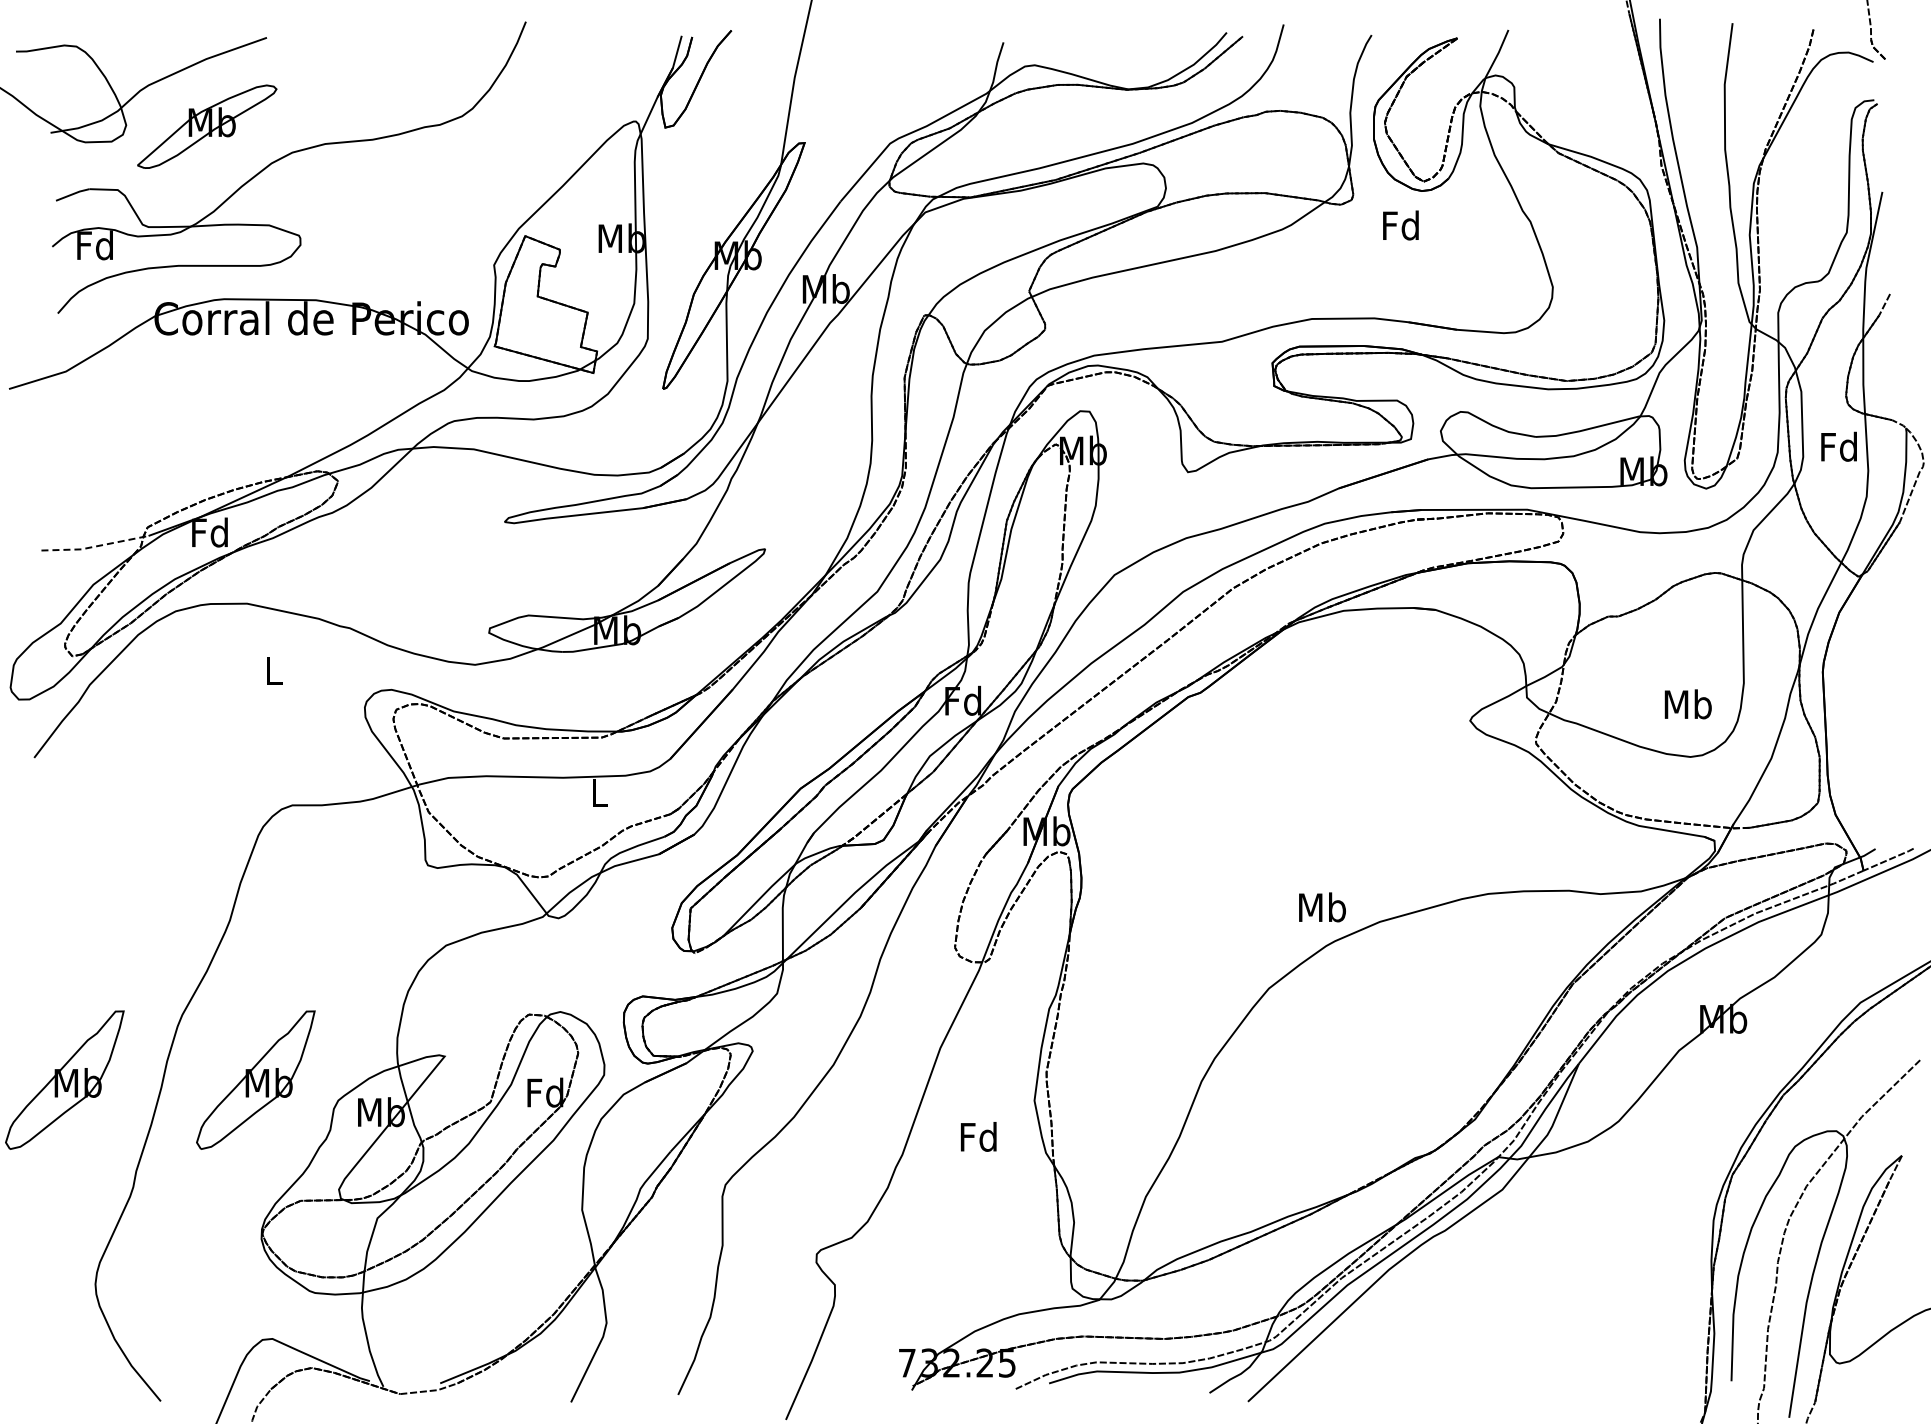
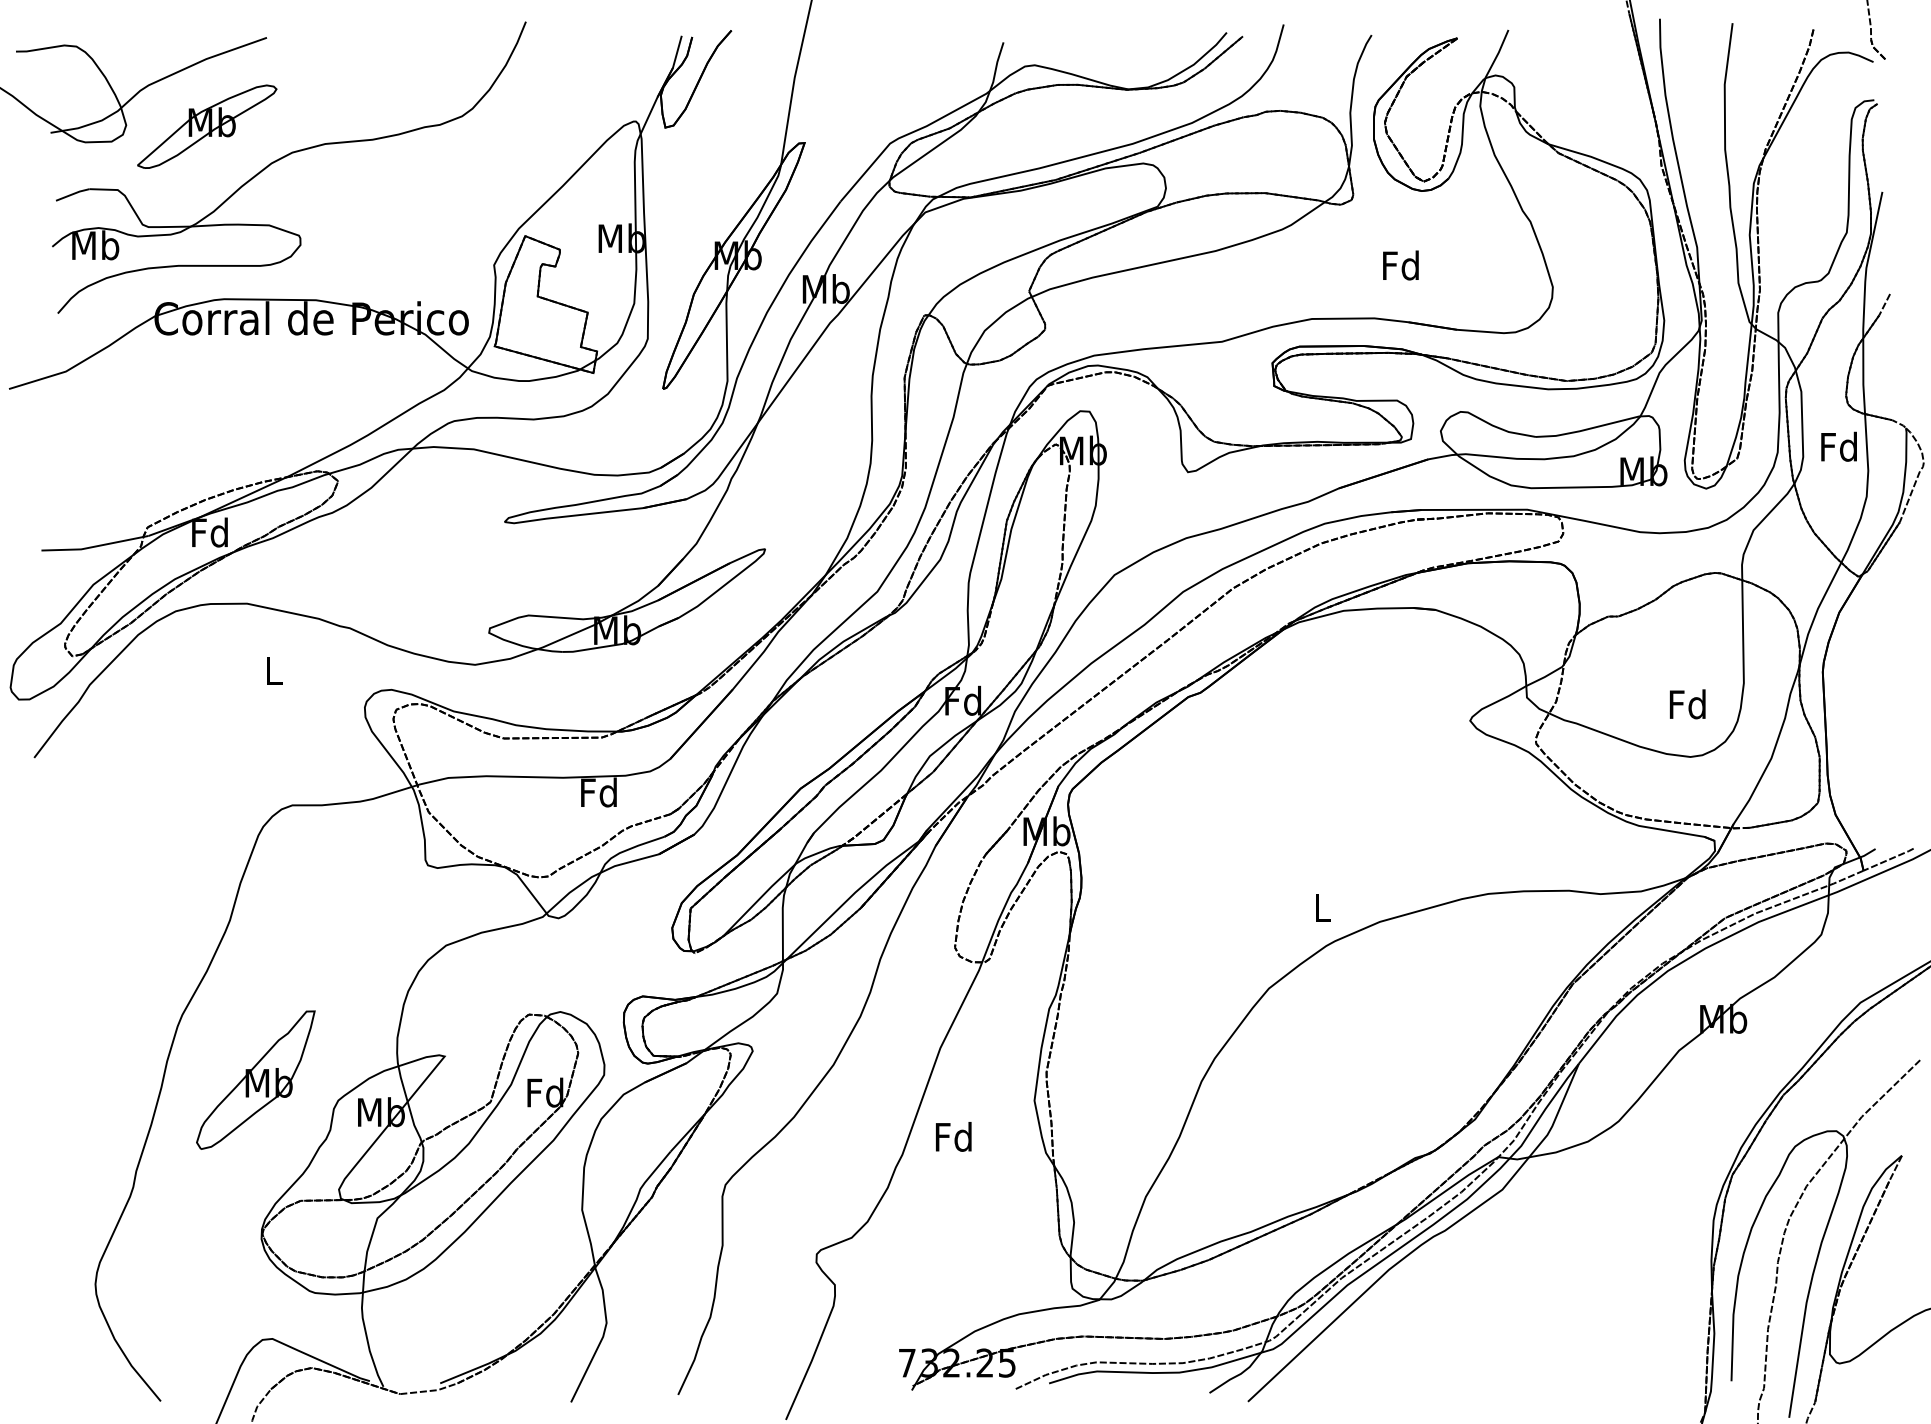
text at (1400, 225) position: (1400, 225) -> (1400, 265)
text at (95, 245): Fd -> Mb
line at (94, 546): dashed -> solid
text at (1687, 704): Mb -> Fd
text at (598, 792): L -> Fd
text at (1322, 907): Mb -> L
part at (64, 1079): present -> none
text at (978, 1136) position: (978, 1136) -> (953, 1136)
